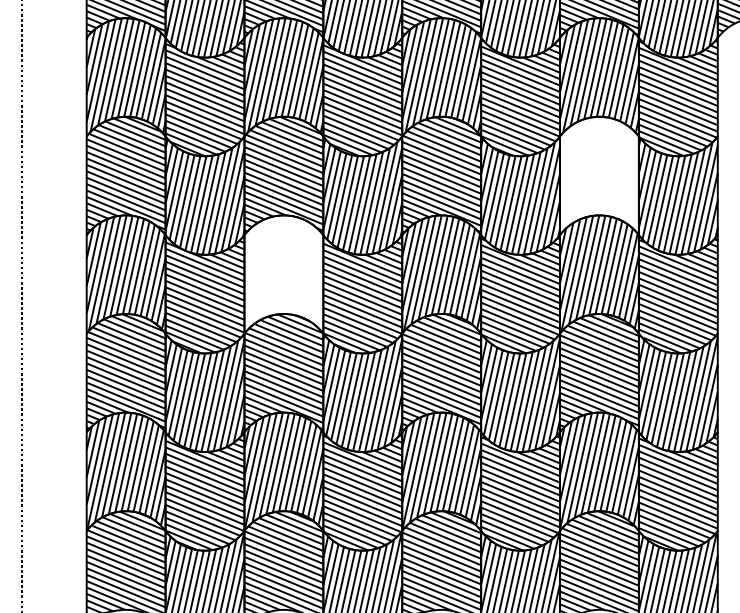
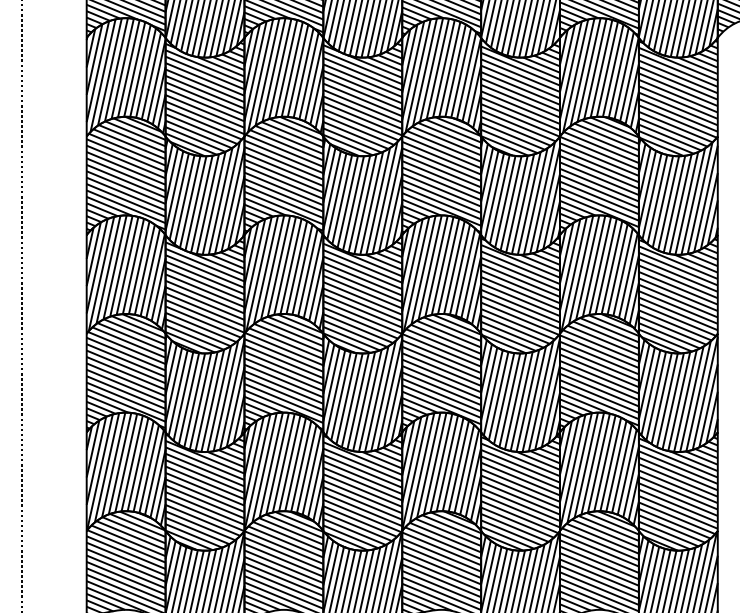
hatch at (599, 175): none -> present
hatch at (283, 273): none -> present
